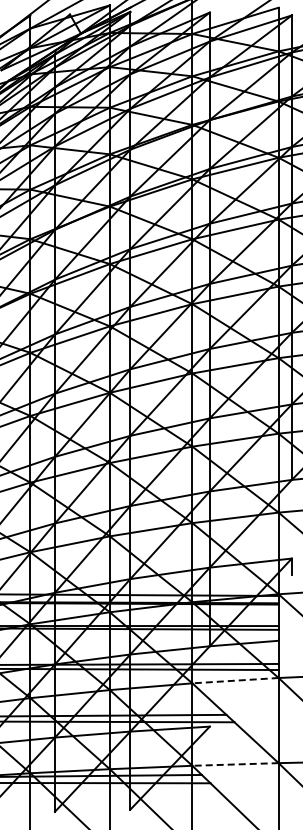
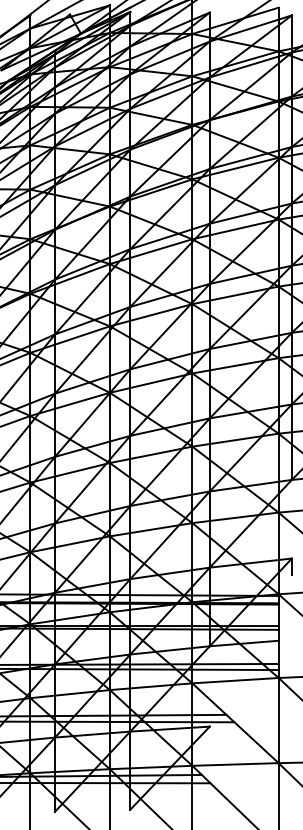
line at (235, 680): dashed -> solid
line at (235, 764): dashed -> solid
